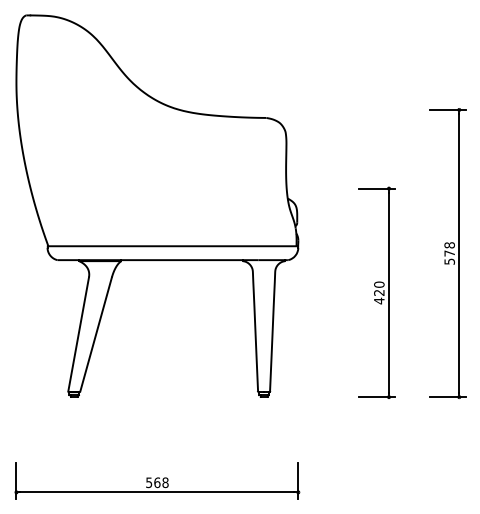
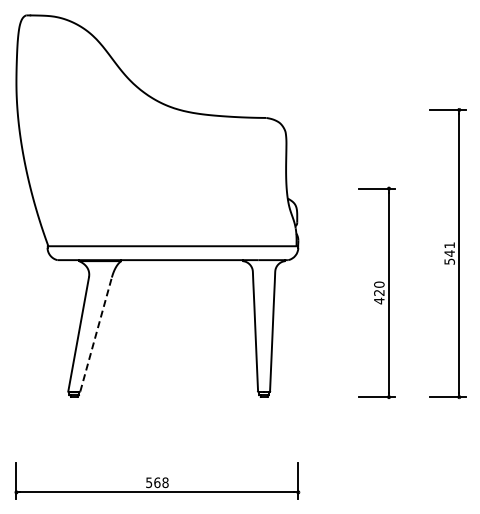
text at (449, 249): 578 -> 541
line at (96, 334): solid -> dashed
